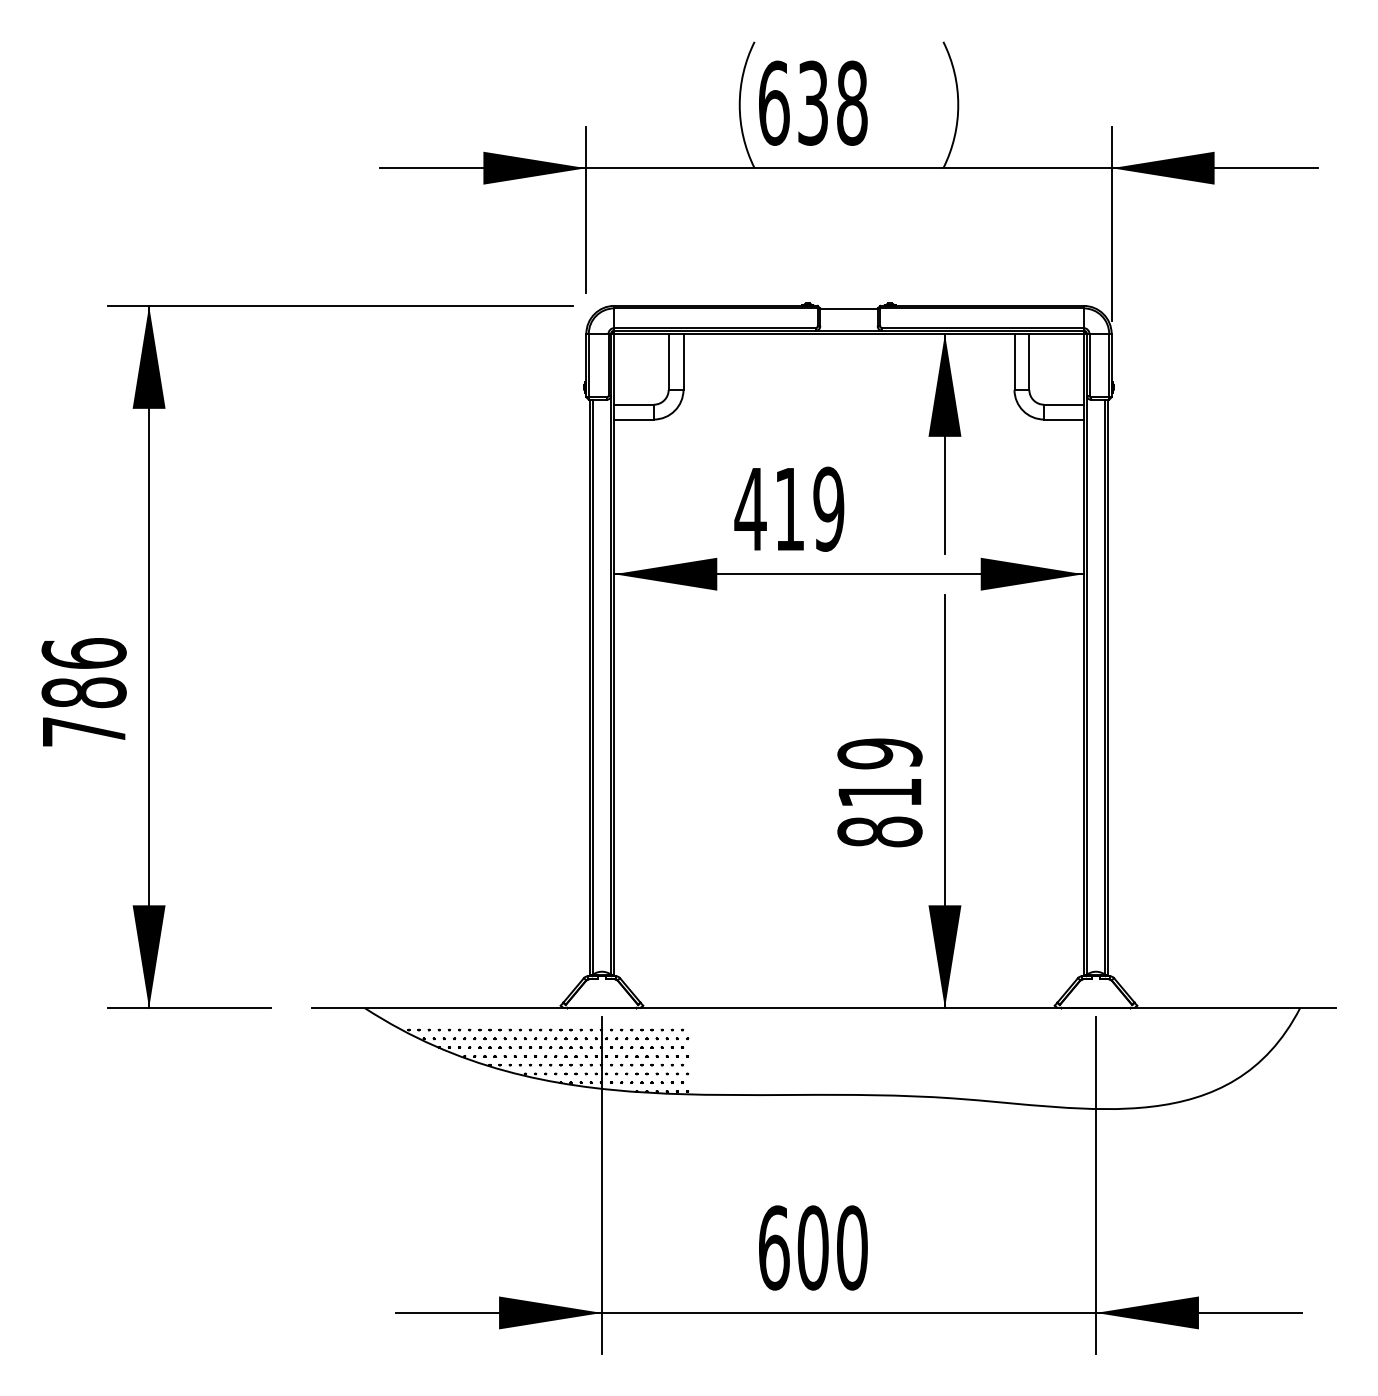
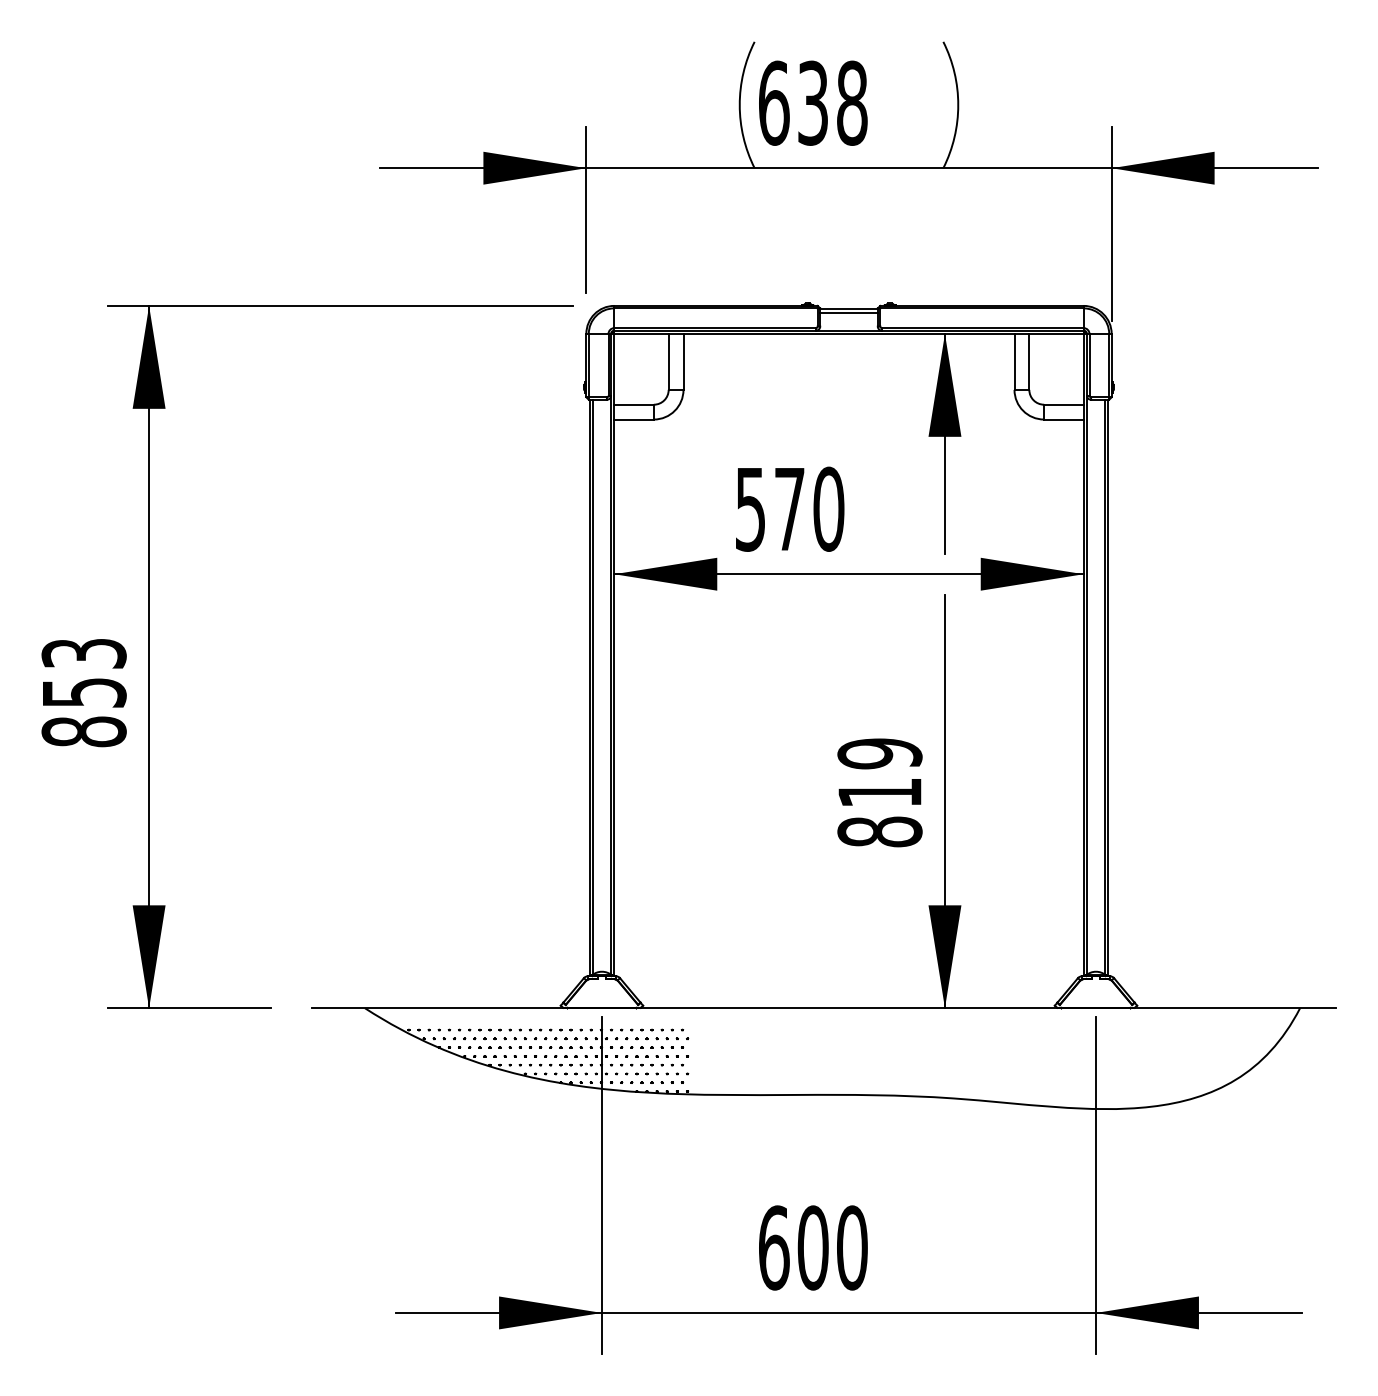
line at (848, 312): none -> present
text at (789, 508): 419 -> 570
text at (83, 692): 786 -> 853
